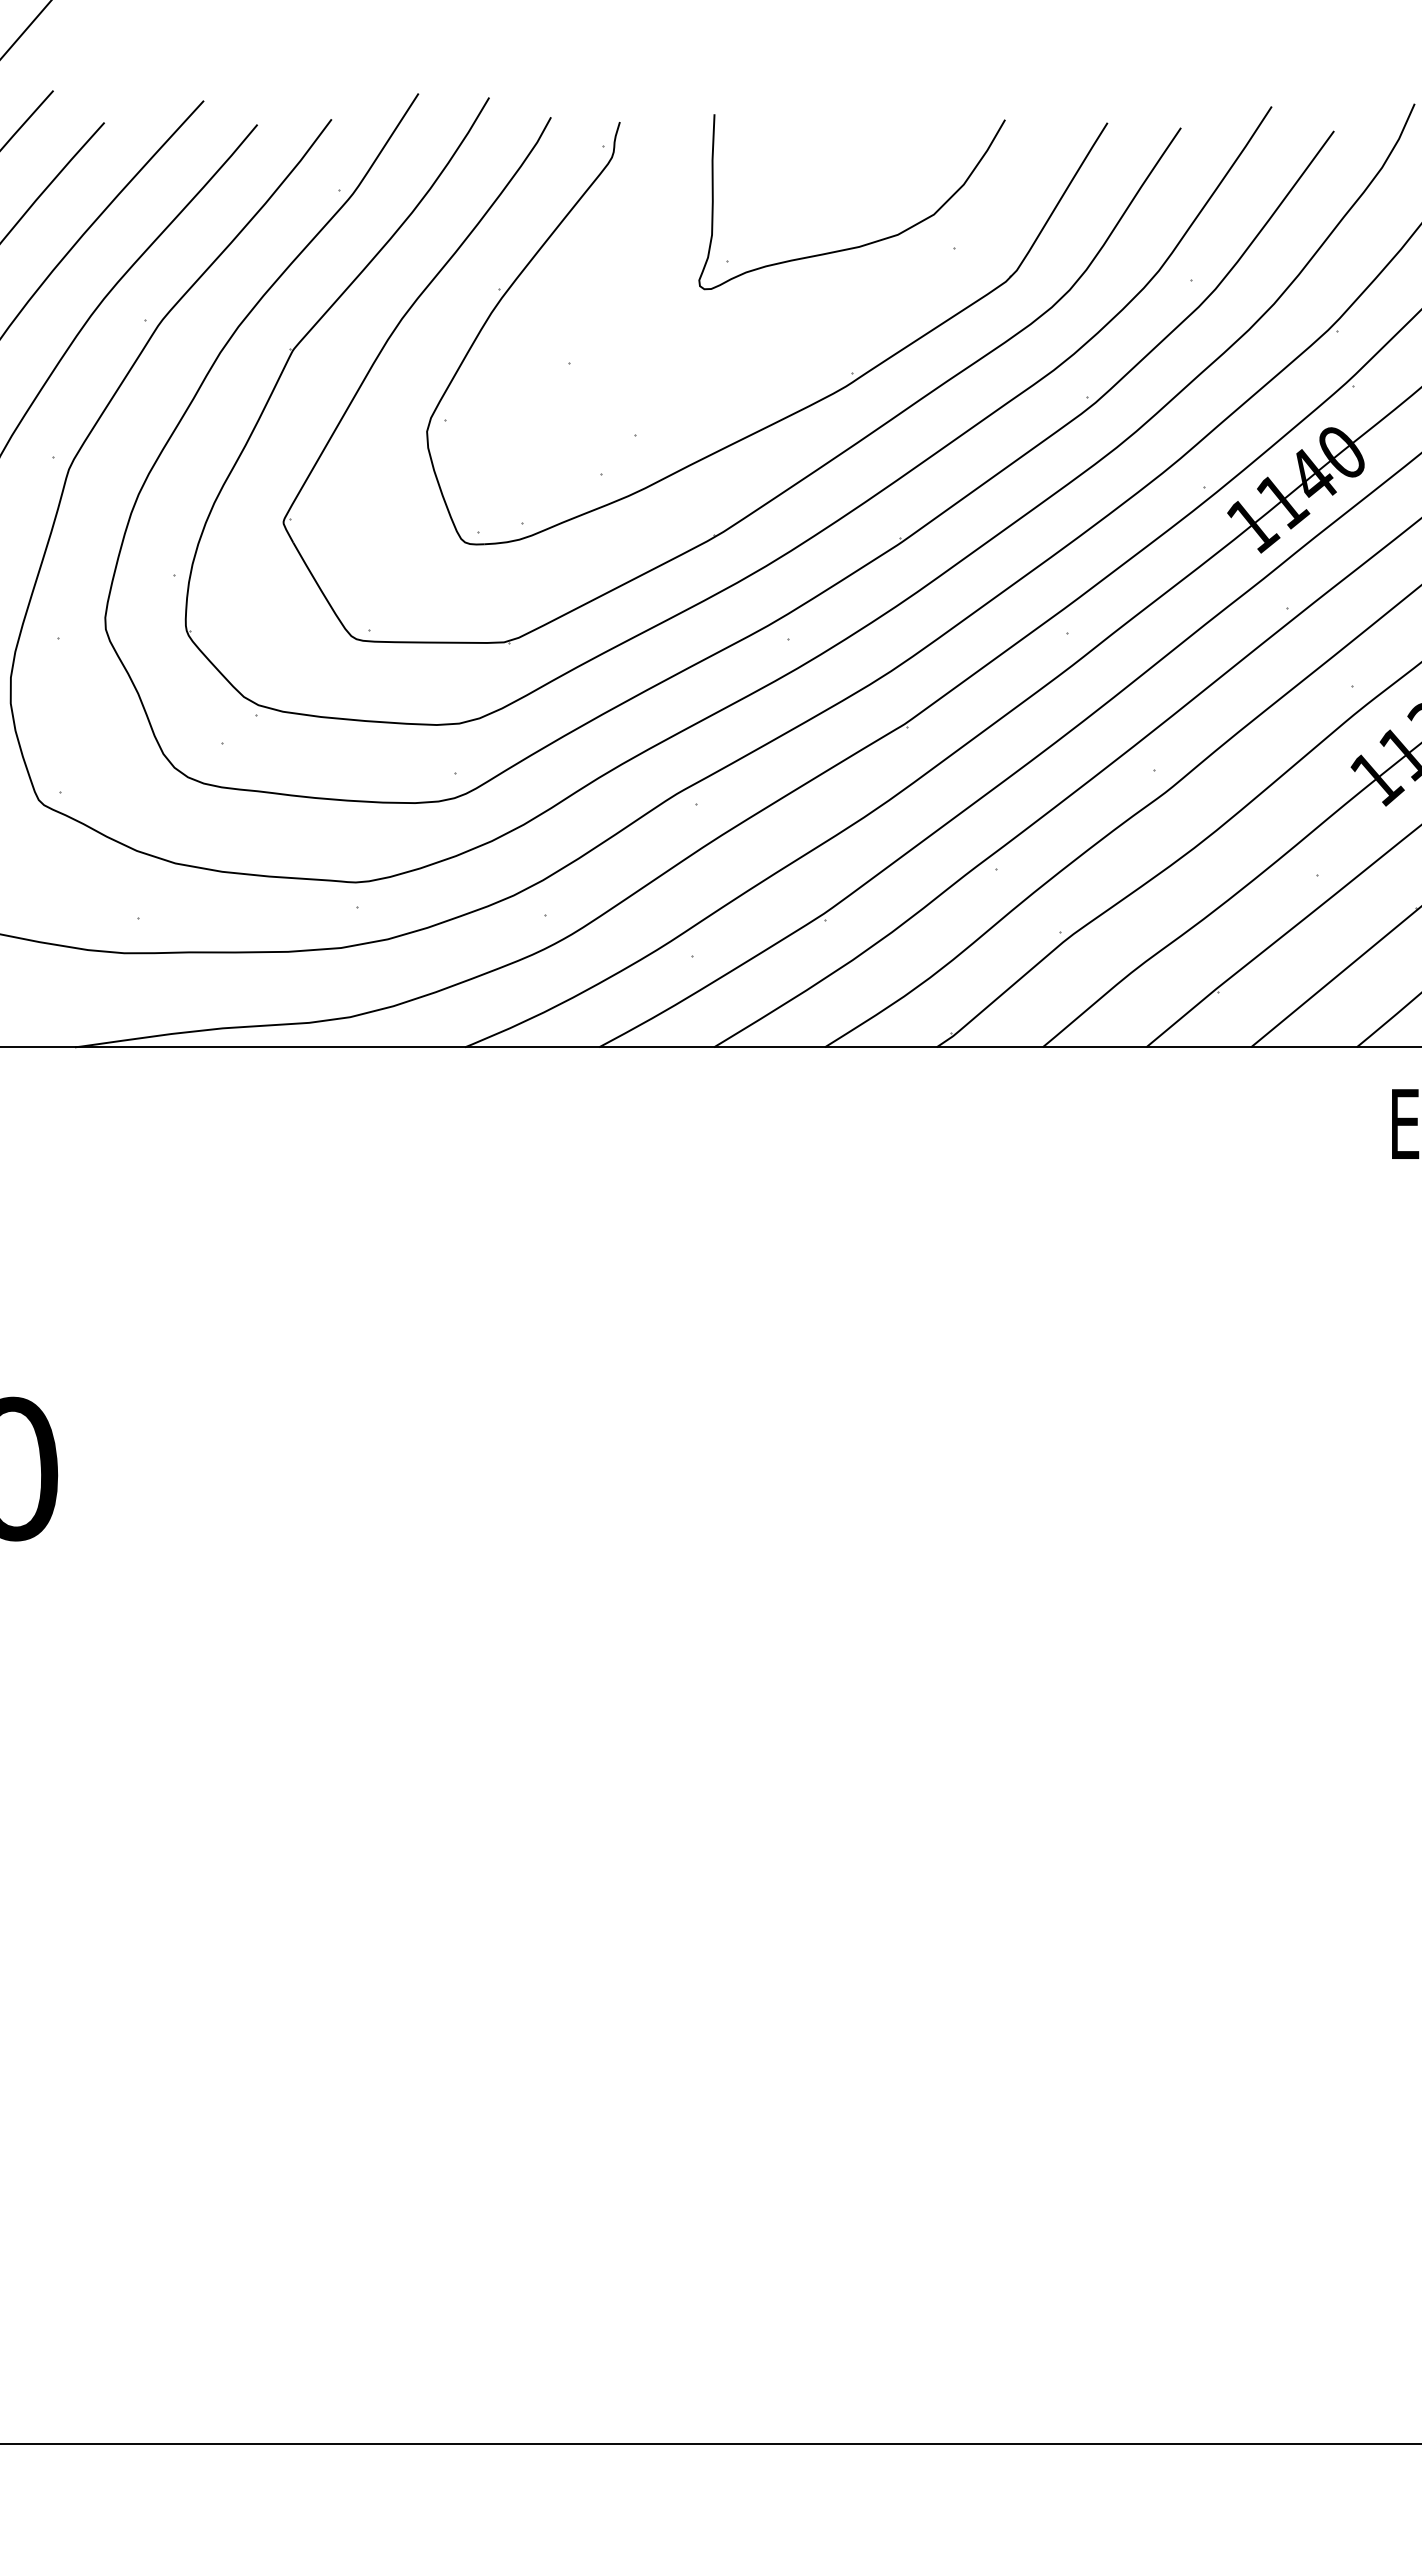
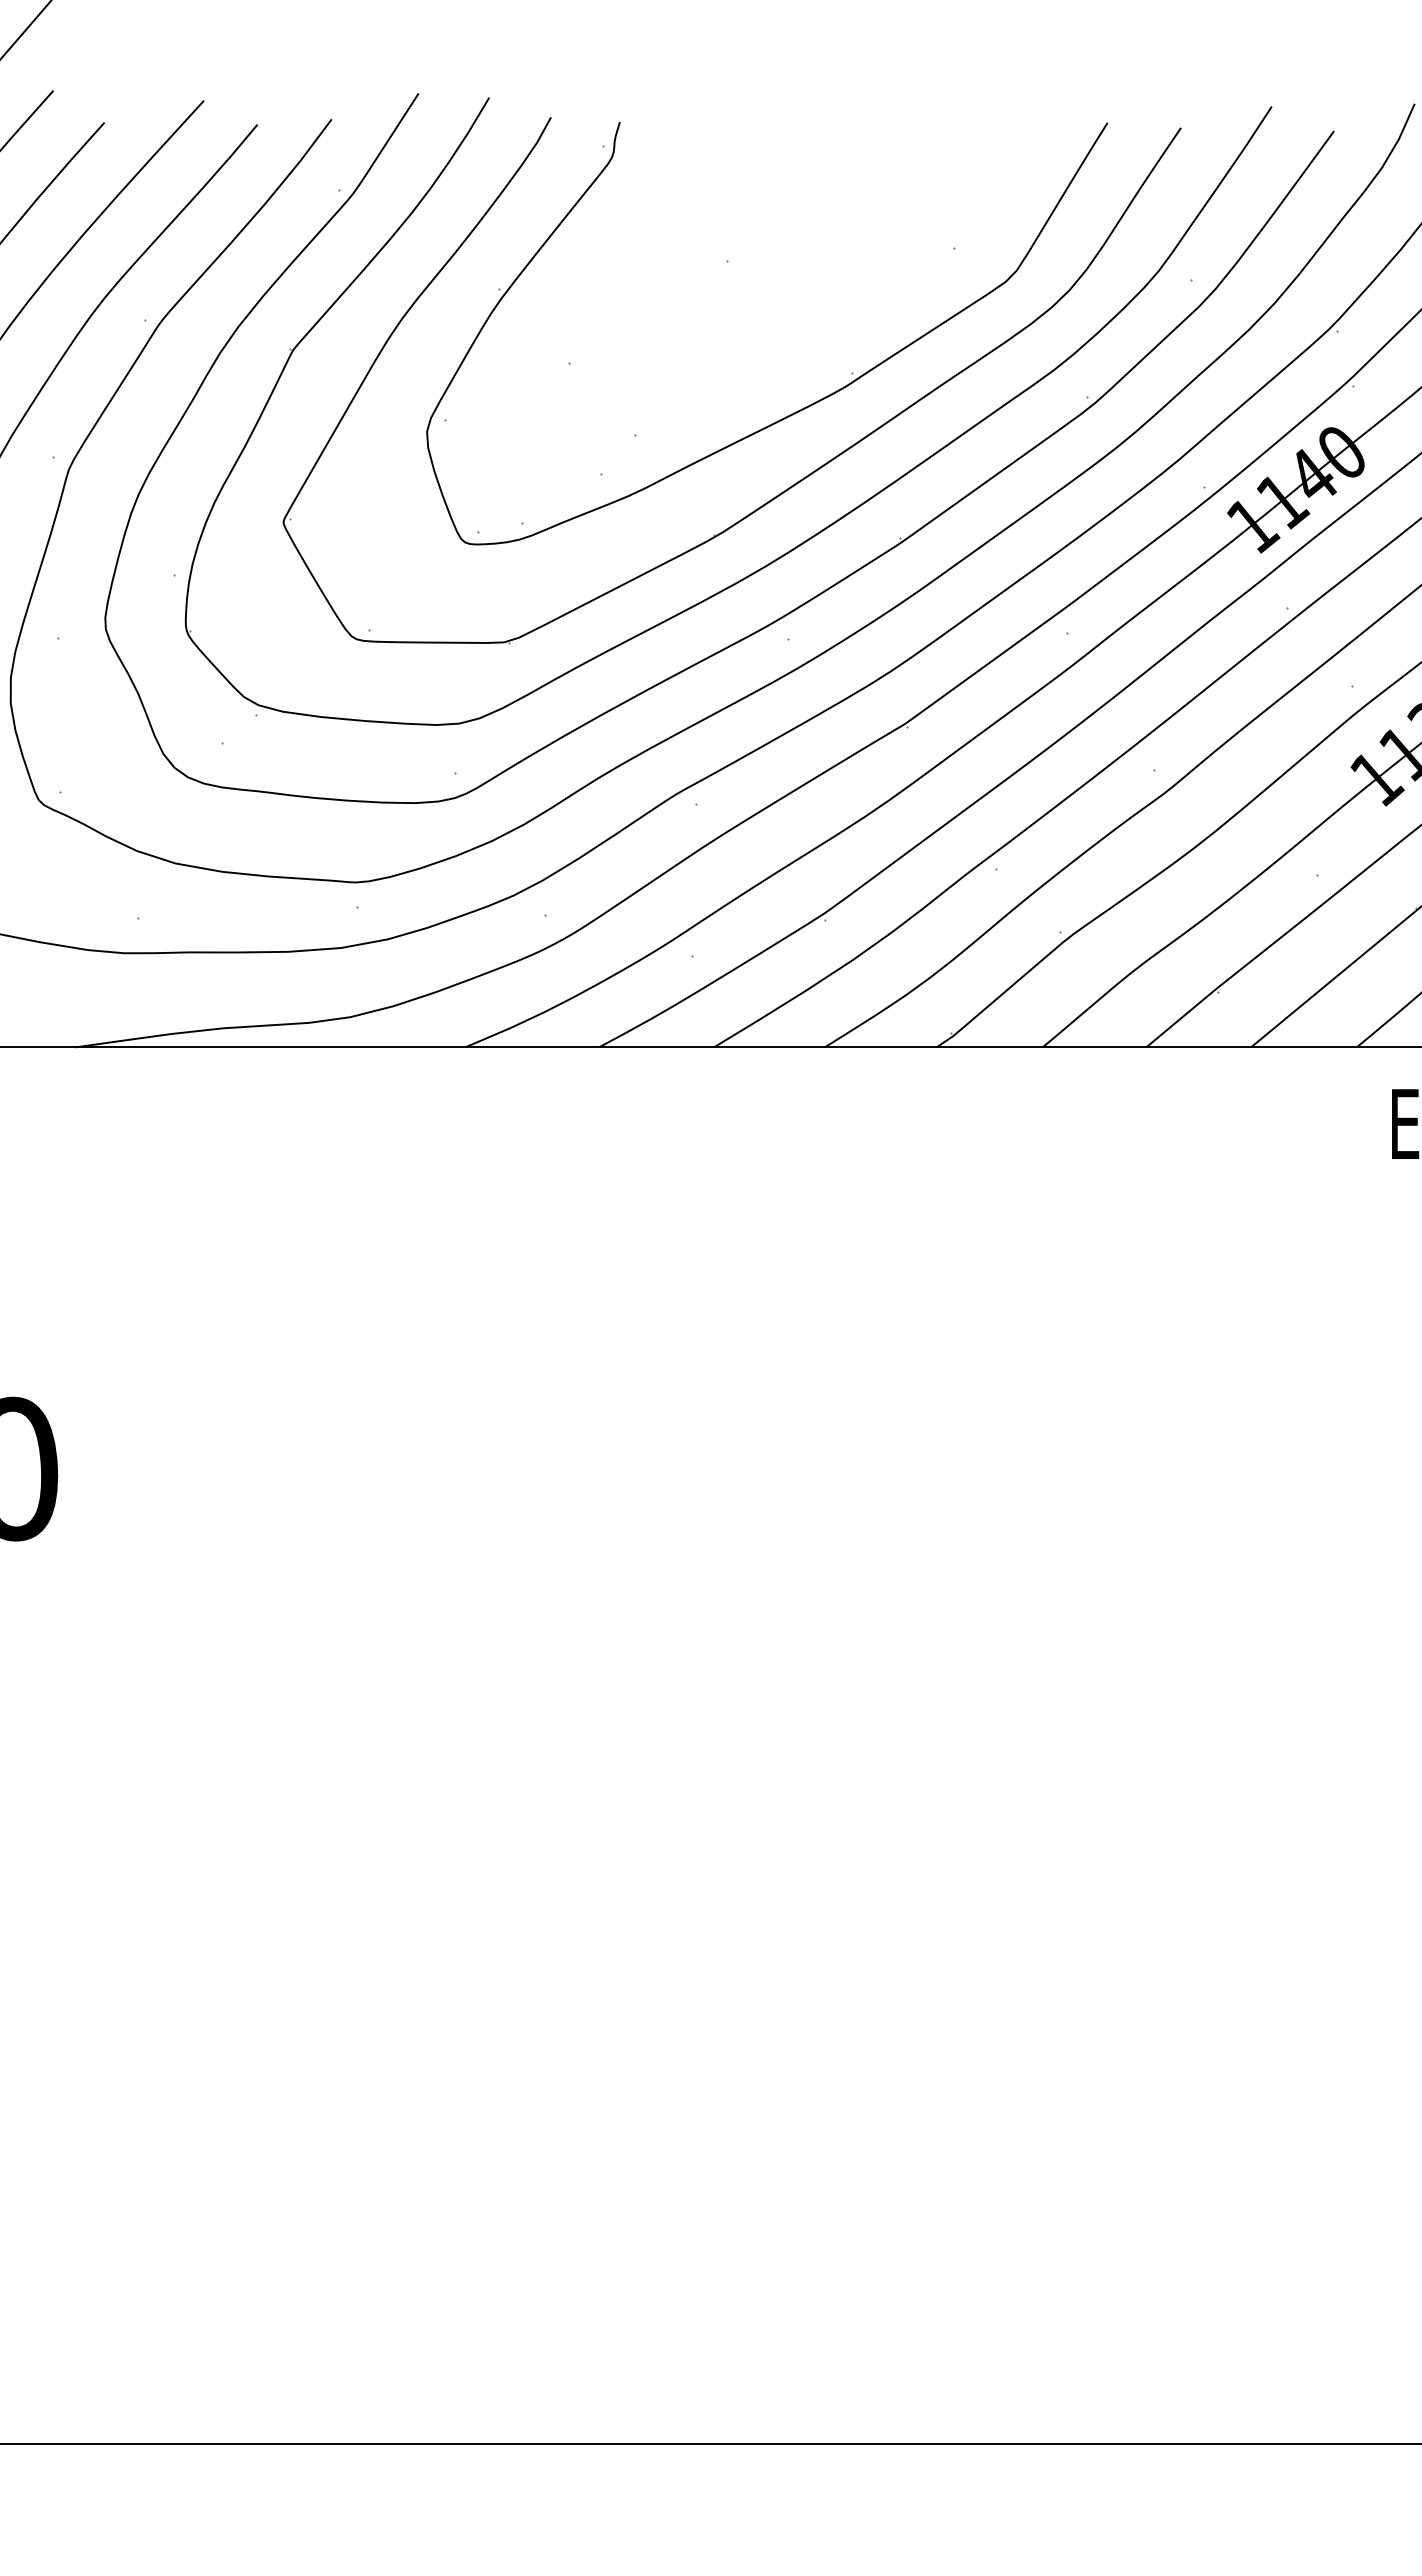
curve at (866, 243): present -> none
